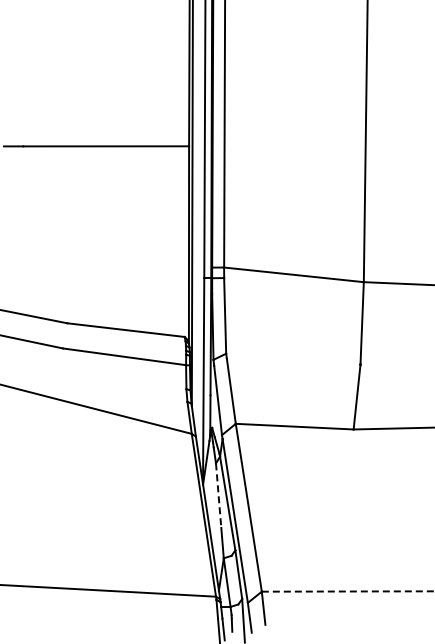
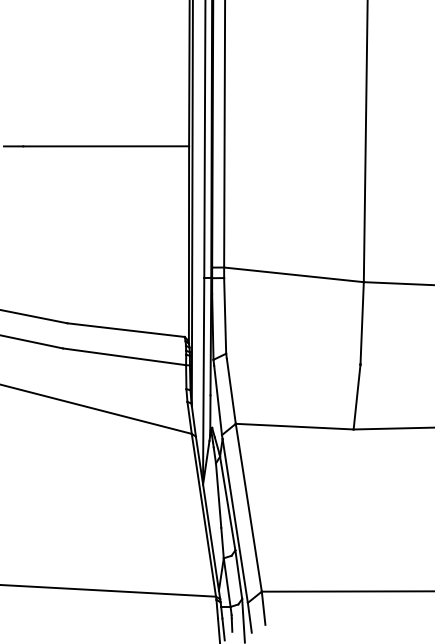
line at (218, 496): dashed -> solid
line at (348, 591): dashed -> solid
